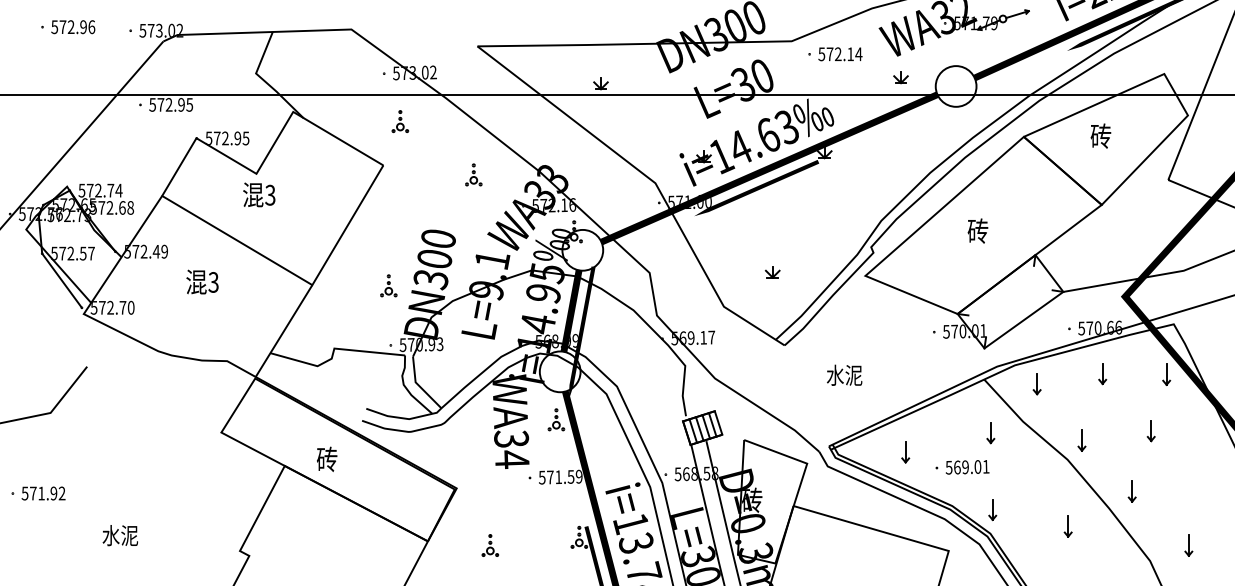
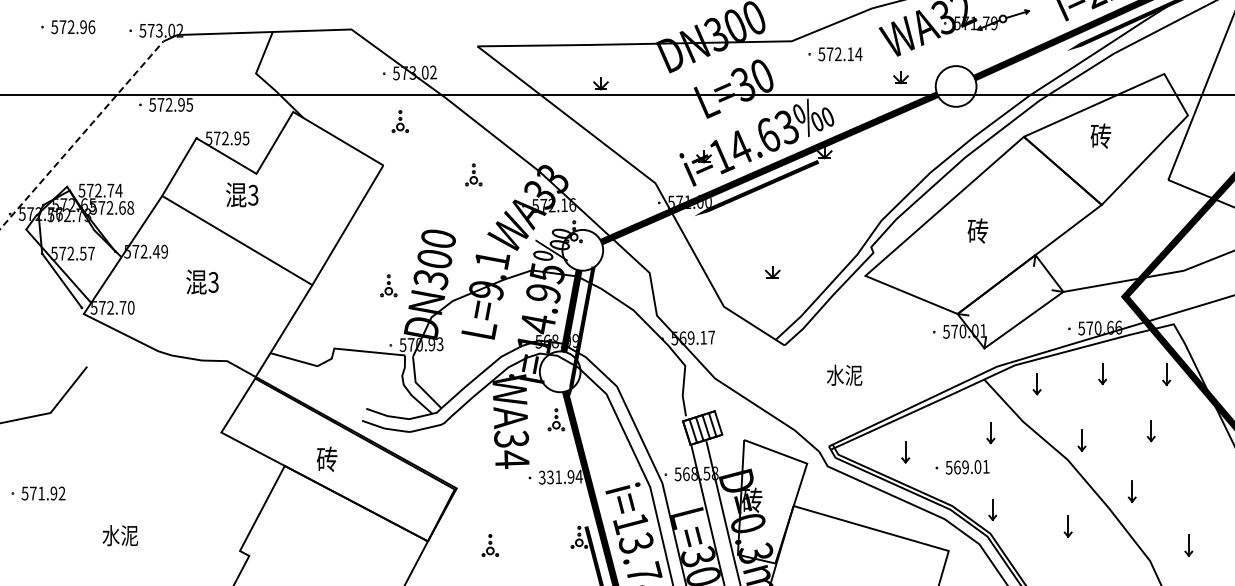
line at (82, 134): solid -> dashed
text at (259, 194) position: (259, 194) -> (242, 194)
text at (560, 476): 571.59 -> 331.94
